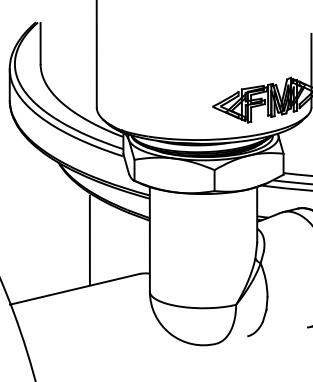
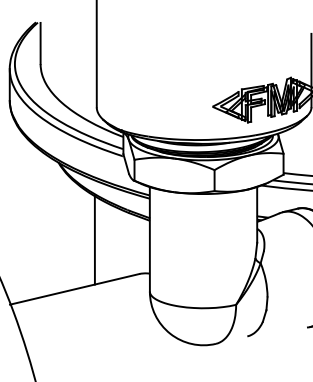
line at (89, 239) position: (89, 239) -> (94, 239)
